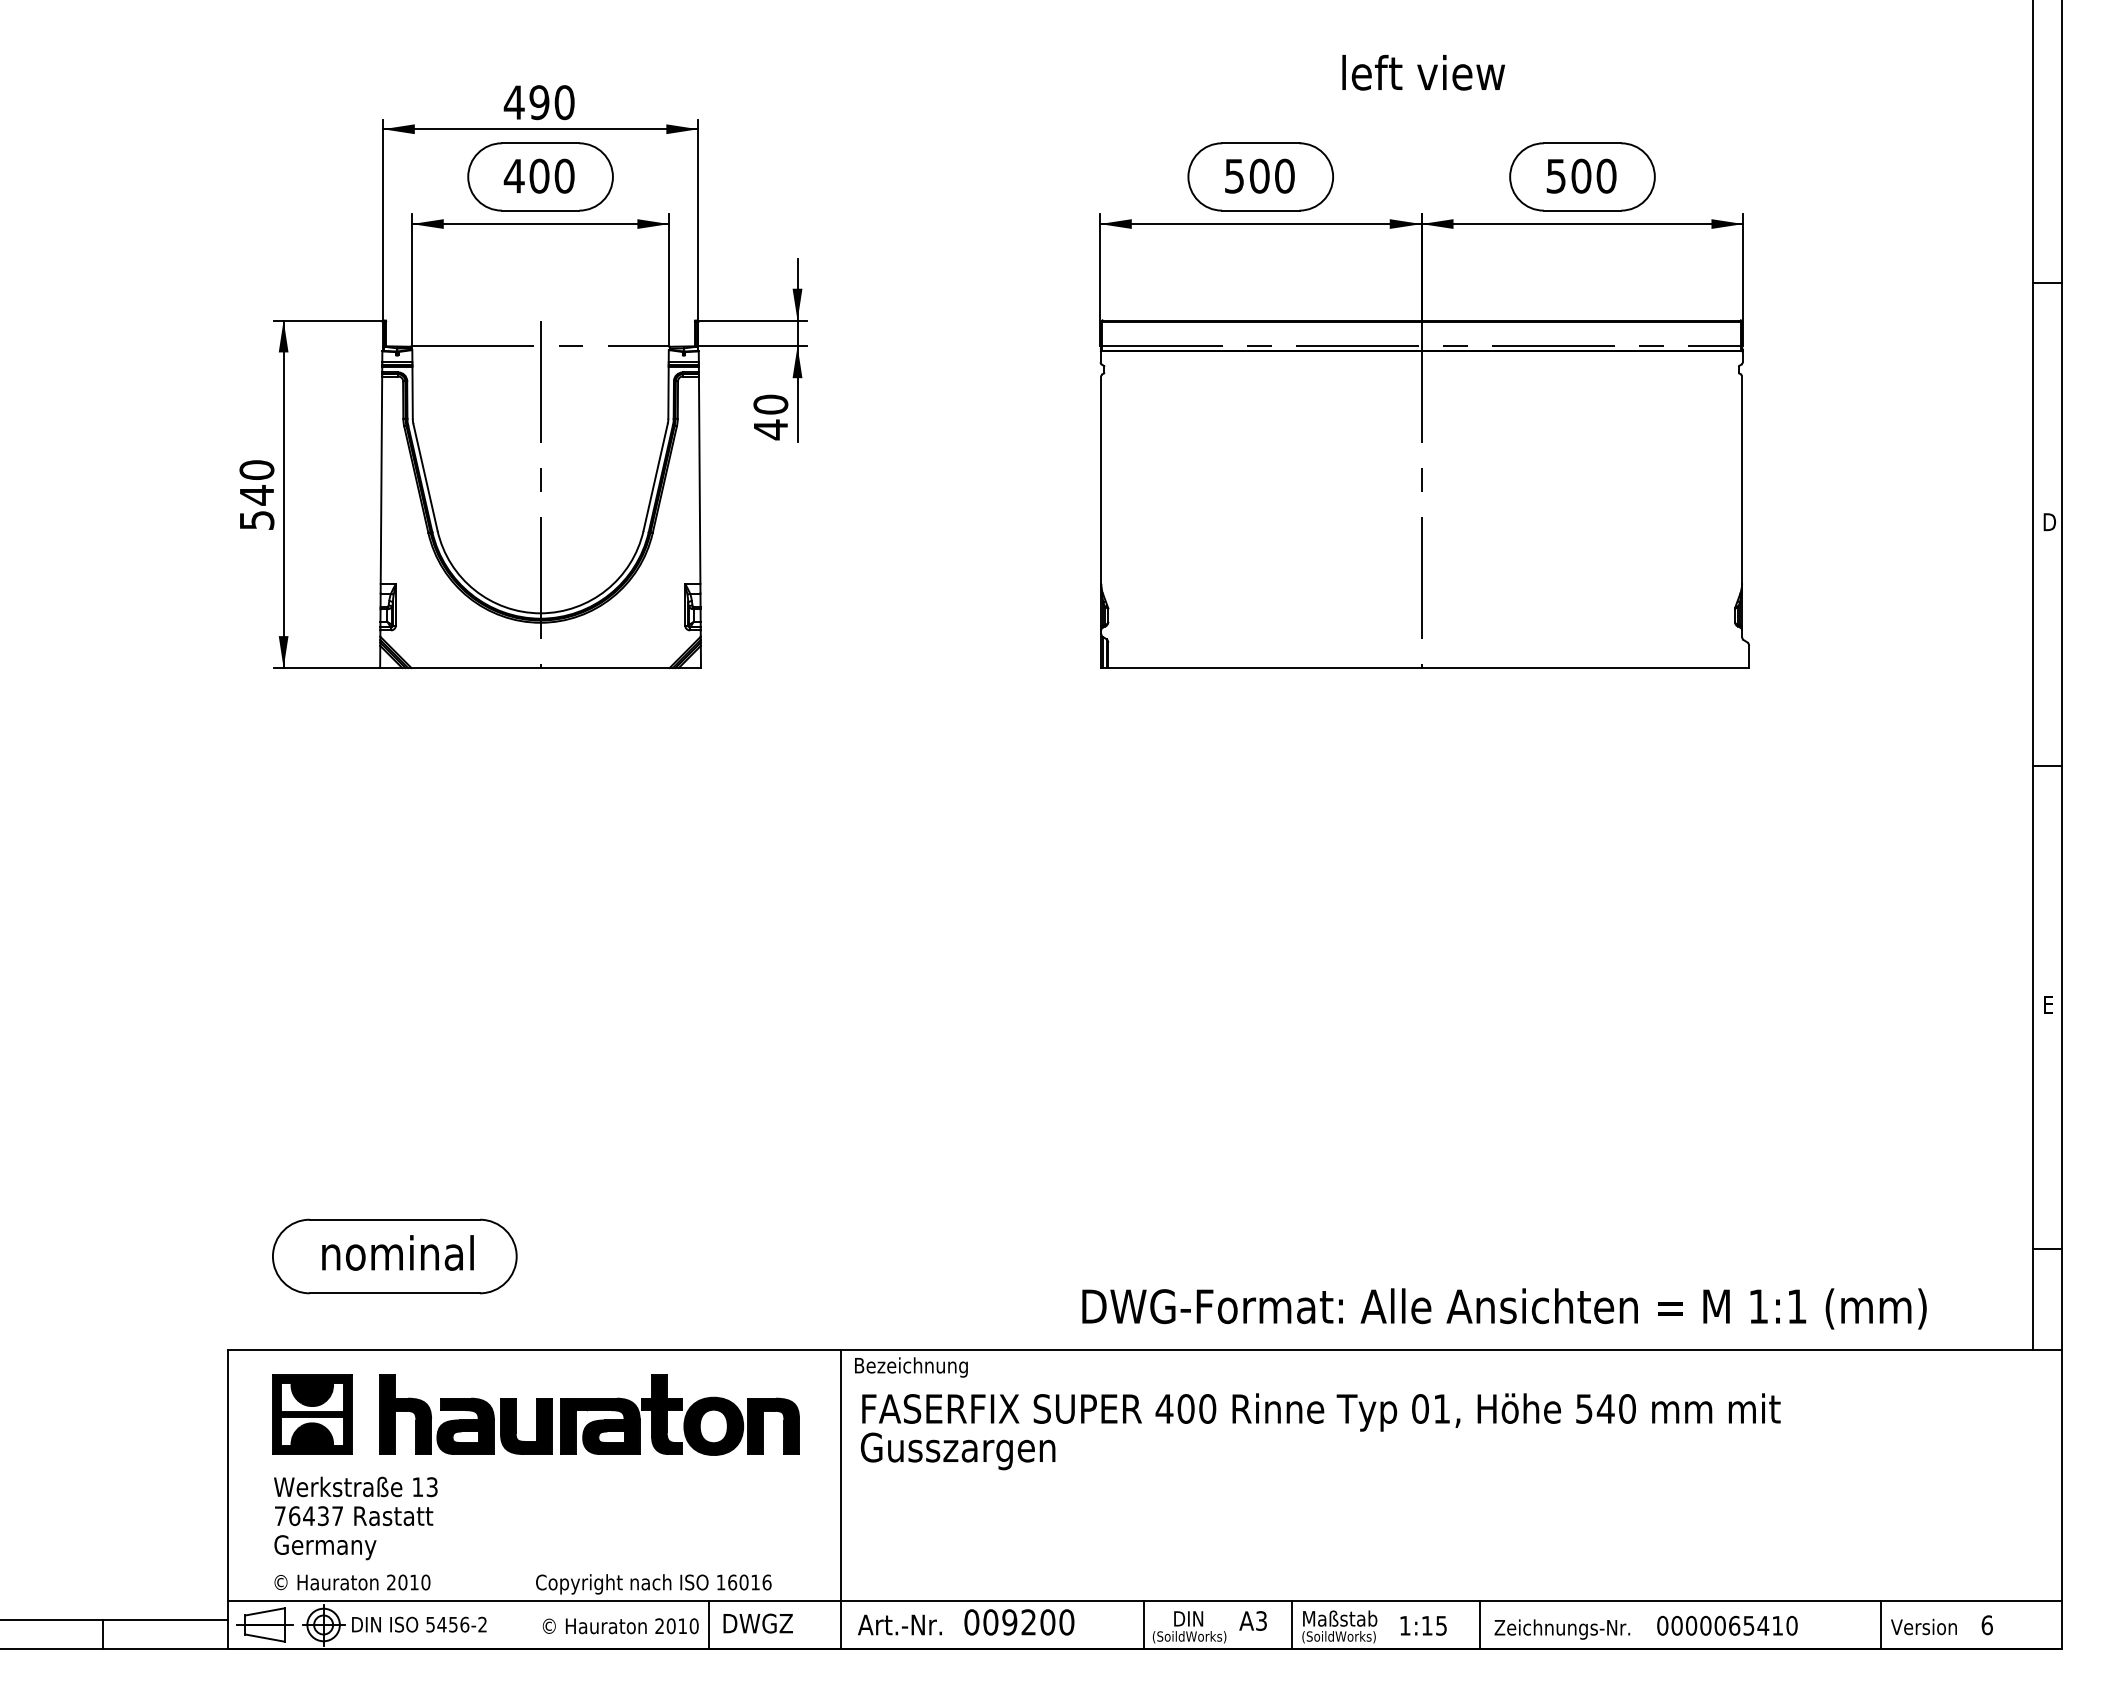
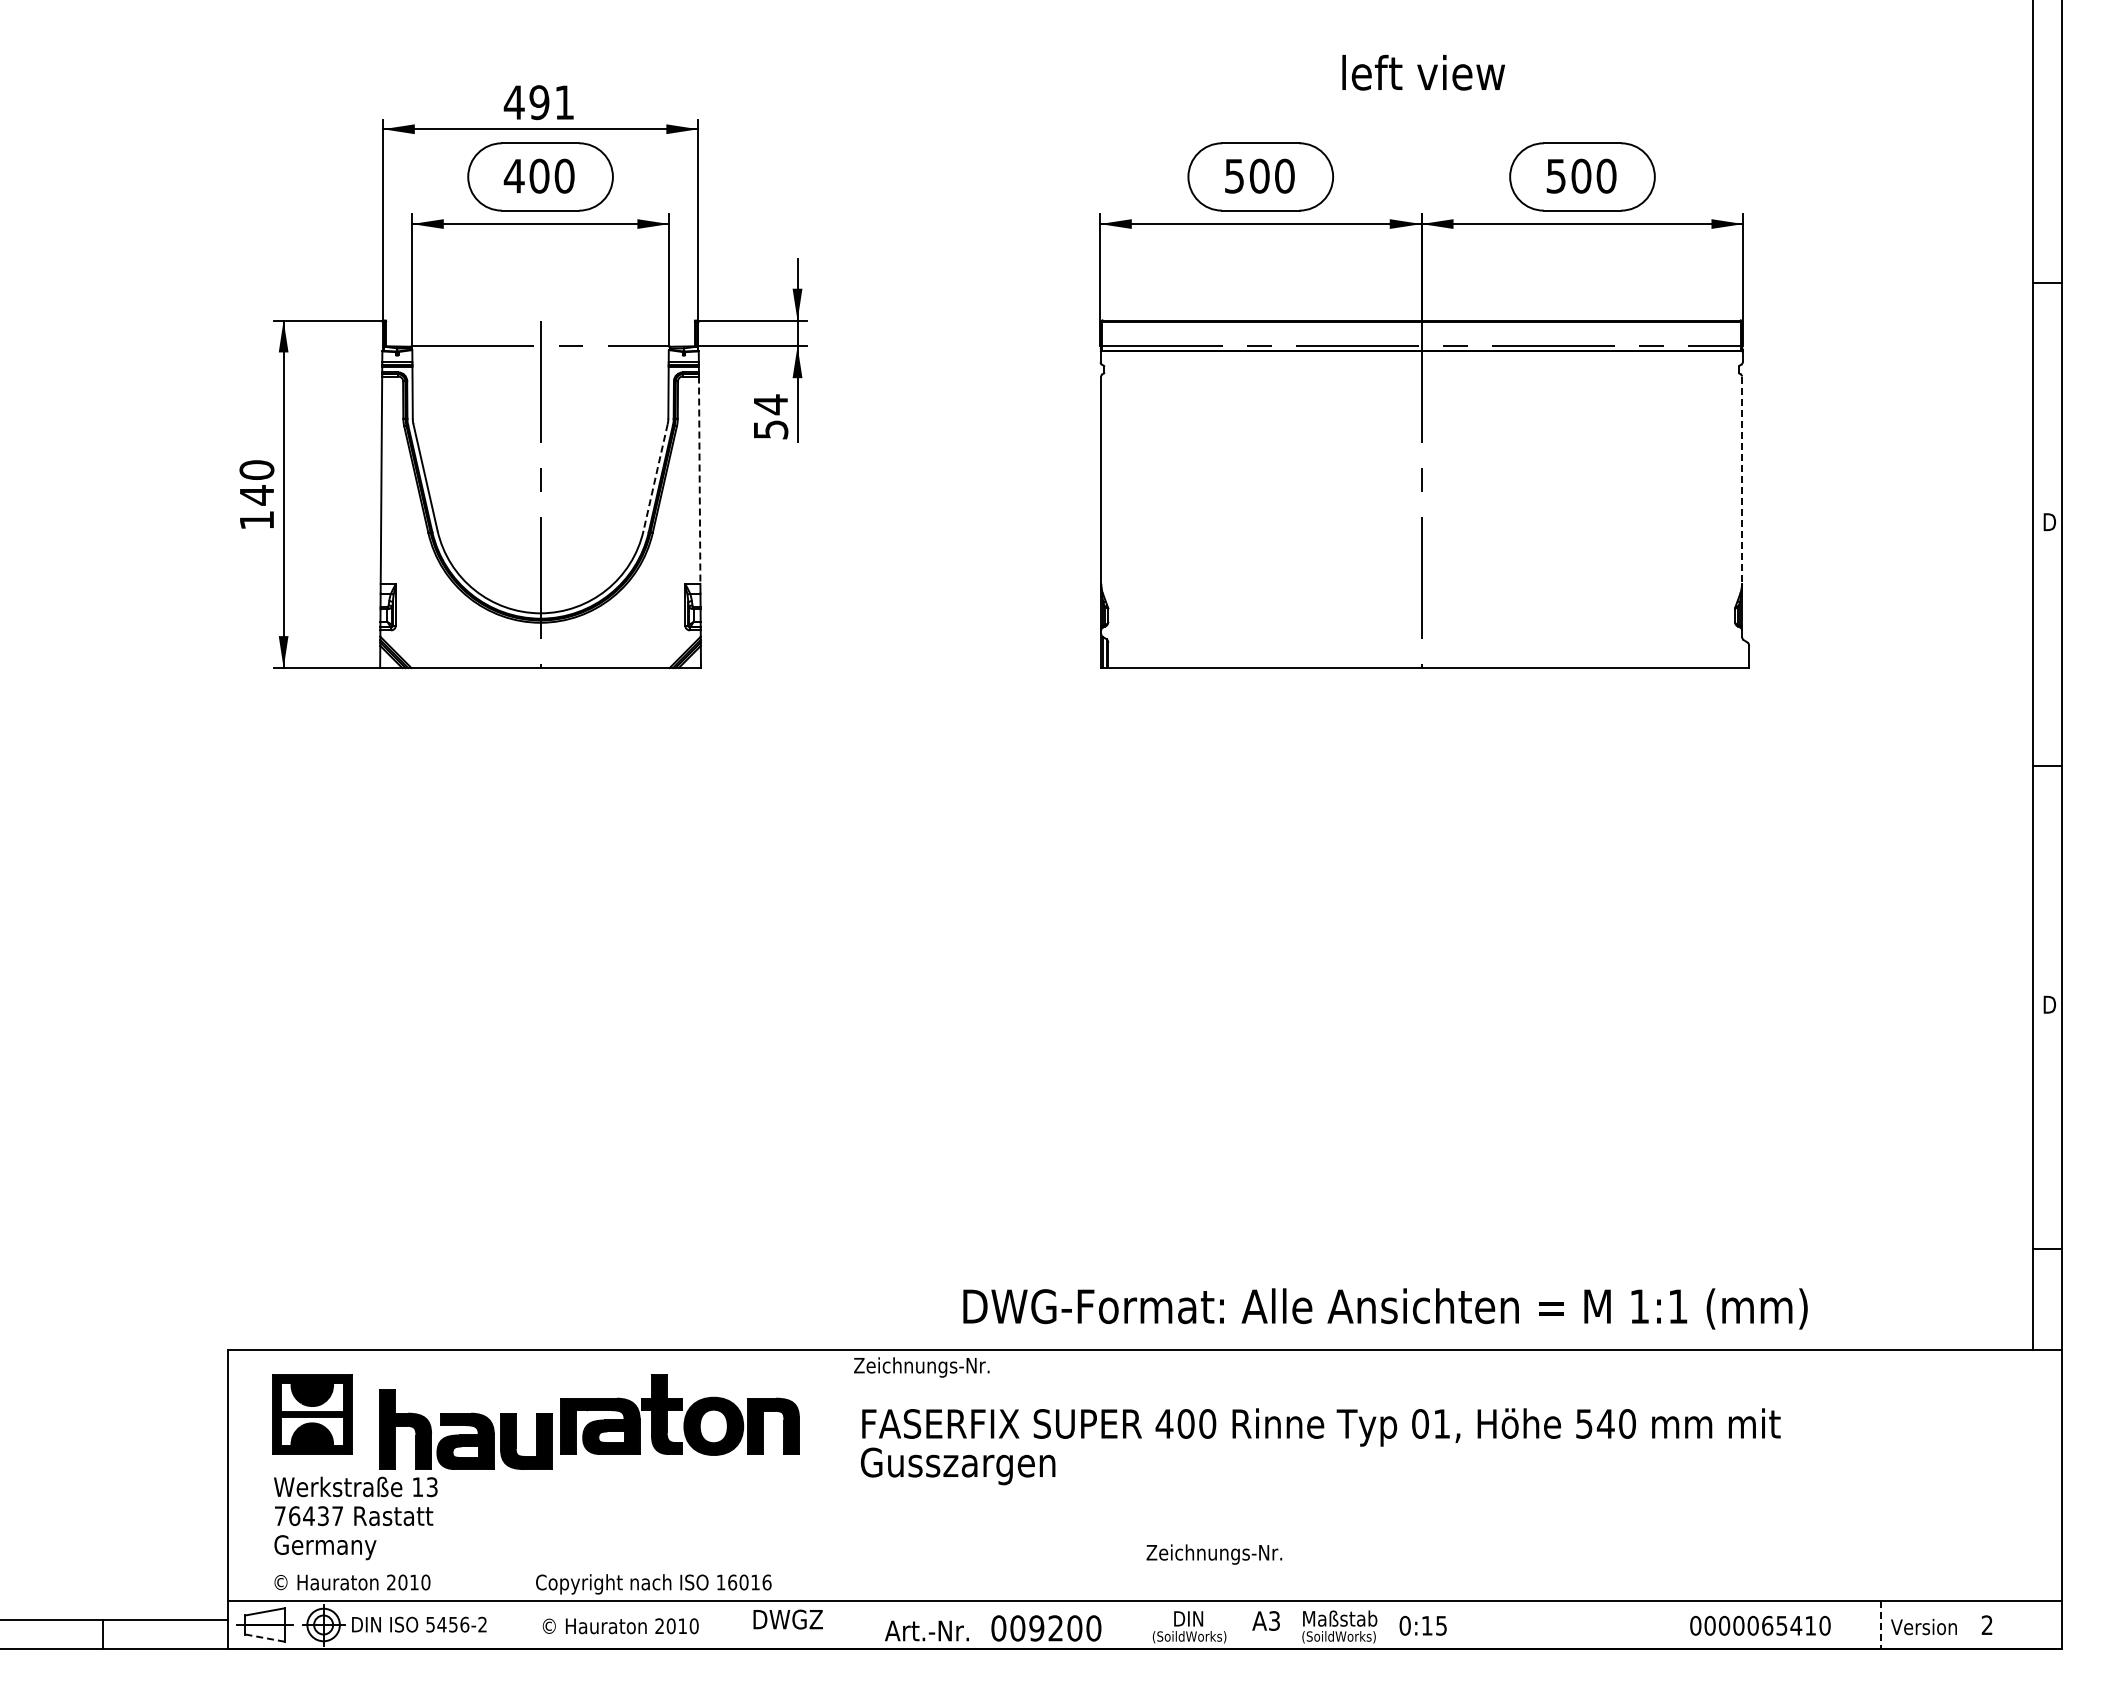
text at (564, 102): 490 -> 491
text at (770, 417): 40 -> 54
line at (655, 477): solid -> dashed
line at (699, 480): solid -> dashed
line at (1742, 480): solid -> dashed
text at (257, 520): 540 -> 140
text at (2049, 1004): E -> D
part at (394, 1256): present -> none
text at (1504, 1308) position: (1504, 1308) -> (1385, 1308)
text at (921, 1367): Bezeichnung -> Zeichnungs-Nr.
part at (465, 1414) position: (465, 1414) -> (465, 1429)
text at (1320, 1431) position: (1320, 1431) -> (1320, 1446)
line at (841, 1499): present -> none
text at (1252, 1620) position: (1252, 1620) -> (1265, 1620)
text at (966, 1622) position: (966, 1622) -> (993, 1628)
text at (757, 1623) position: (757, 1623) -> (787, 1619)
line at (708, 1624): present -> none
line at (1143, 1624): present -> none
line at (1291, 1624): present -> none
line at (1480, 1624): present -> none
text at (1404, 1625): 1:15 -> 0:15
text at (1727, 1625) position: (1727, 1625) -> (1760, 1625)
line at (1880, 1625): solid -> dashed
text at (1986, 1625): 6 -> 2
text at (1562, 1629) position: (1562, 1629) -> (1214, 1554)
line at (265, 1638): solid -> dashed
